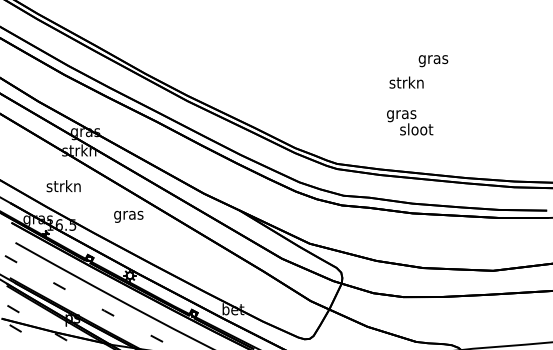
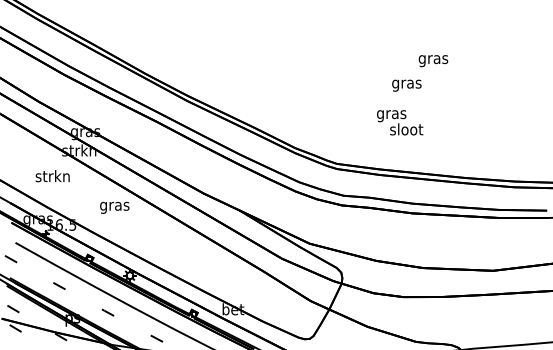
text at (406, 83): strkn -> gras
text at (410, 122) position: (410, 122) -> (400, 122)
text at (63, 186) position: (63, 186) -> (52, 176)
text at (128, 216) position: (128, 216) -> (114, 207)
